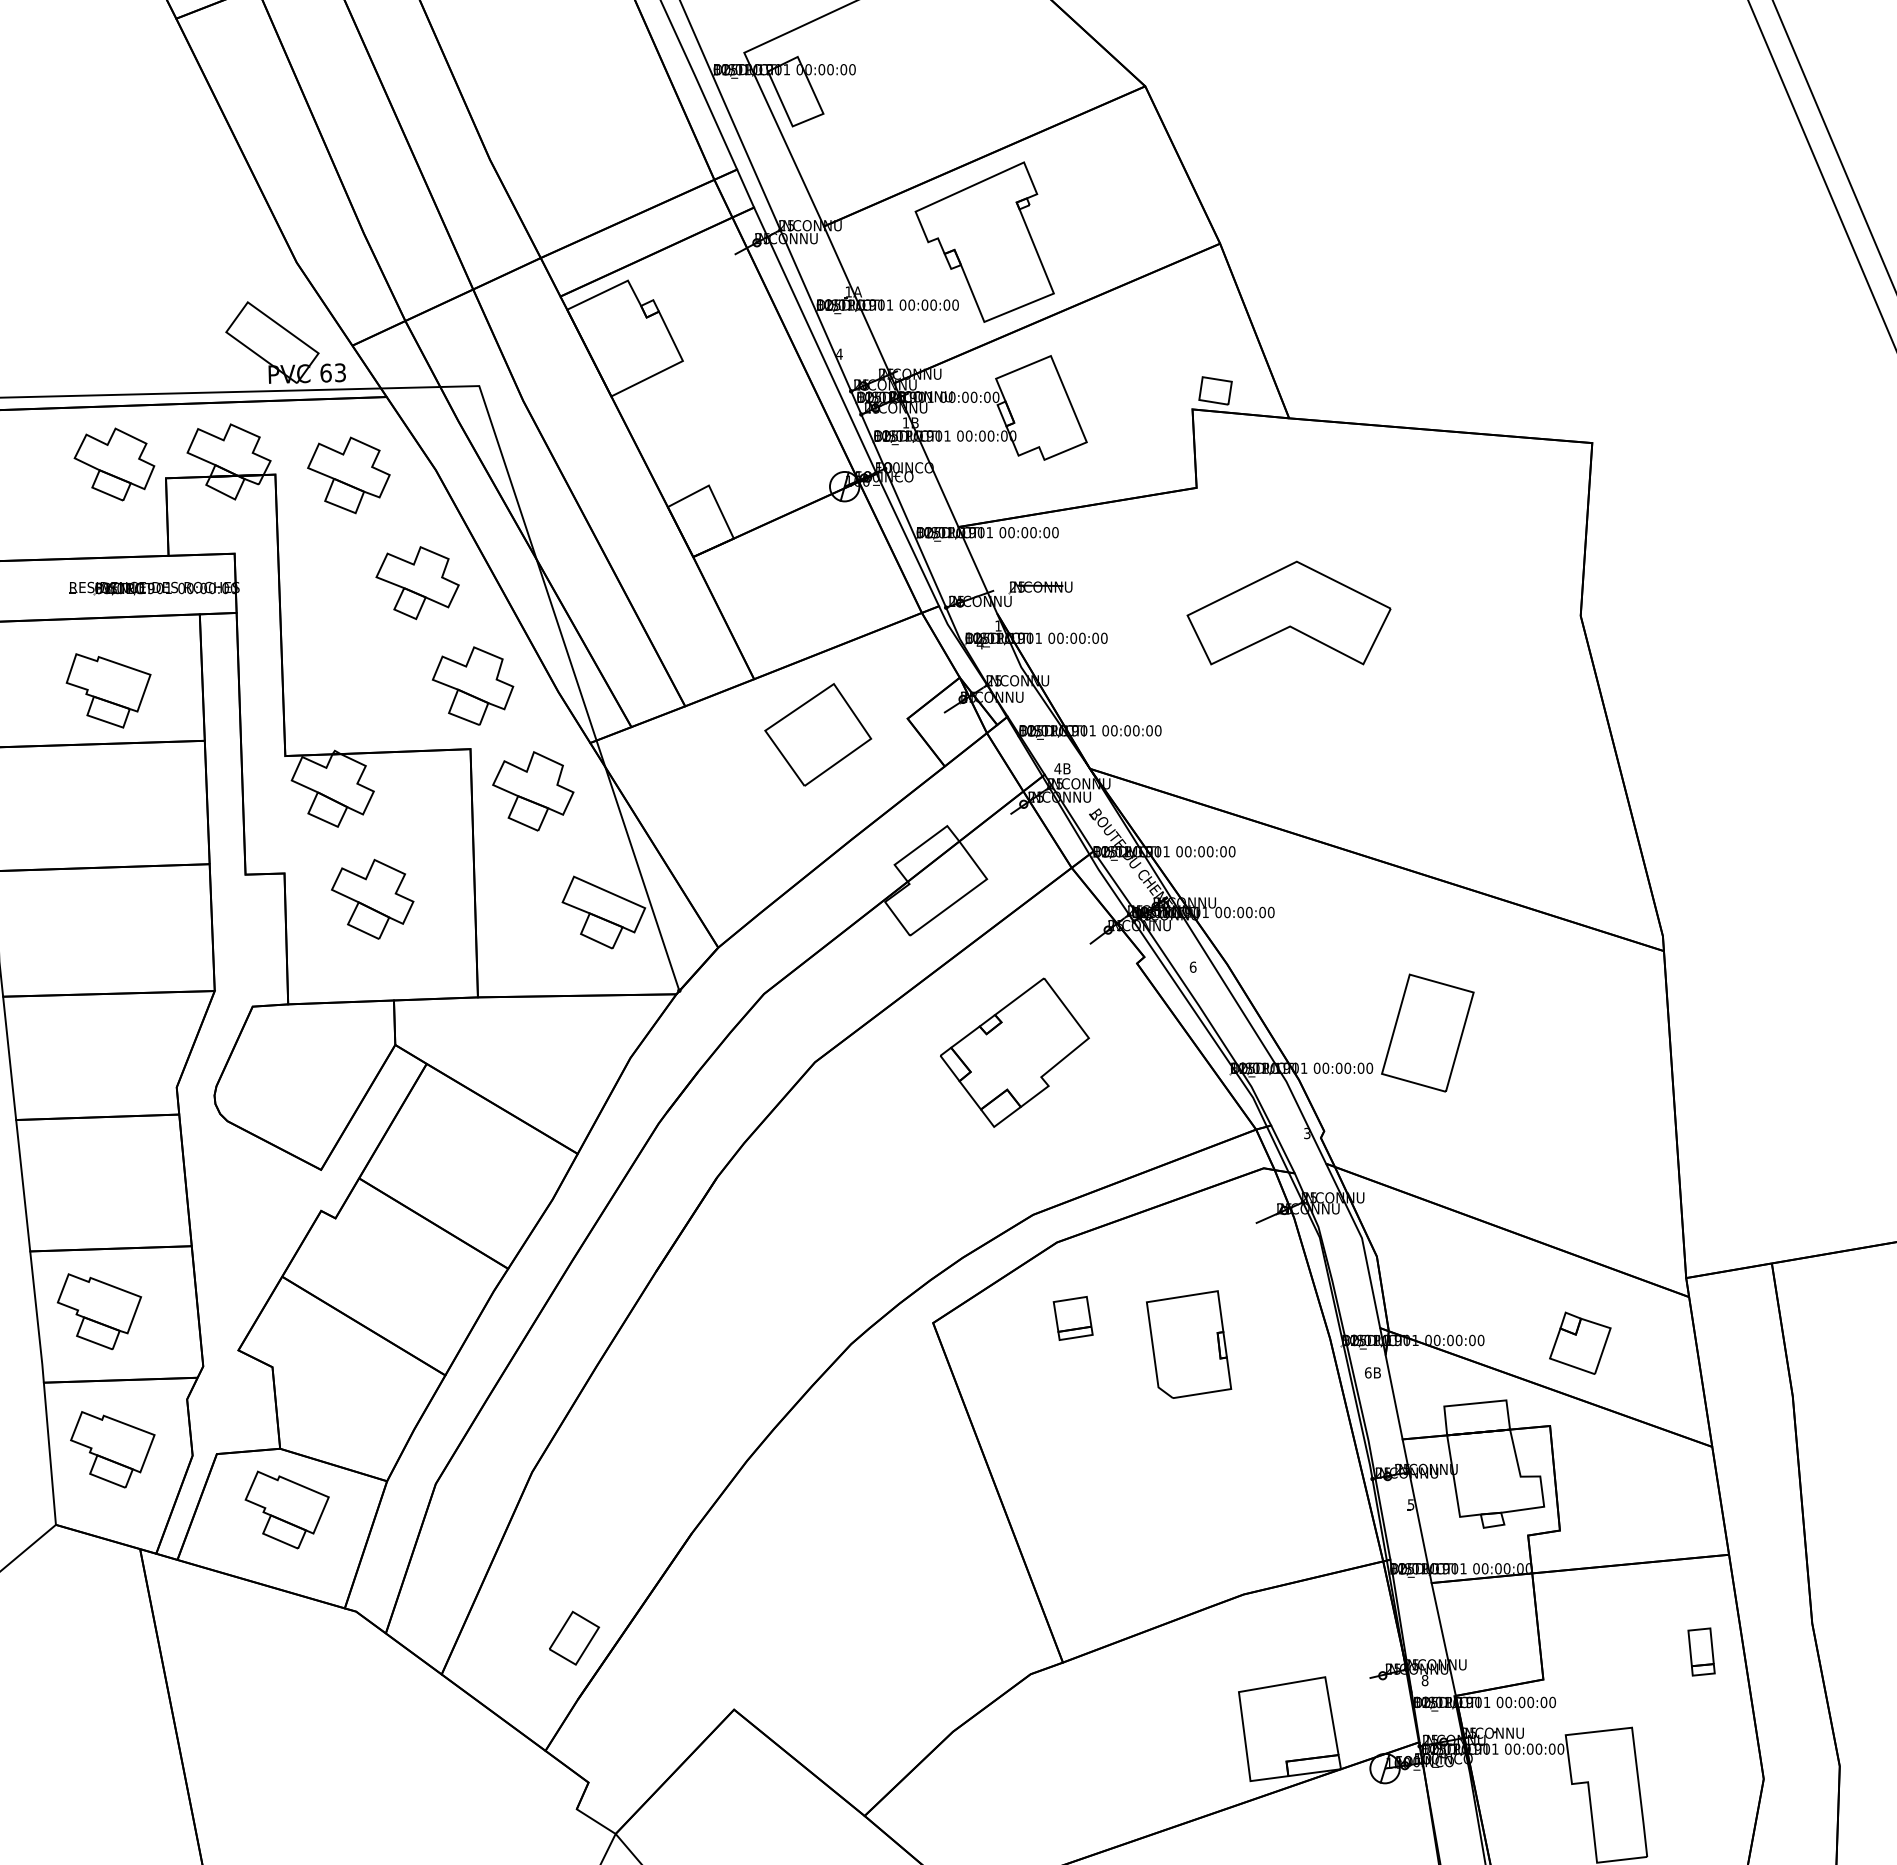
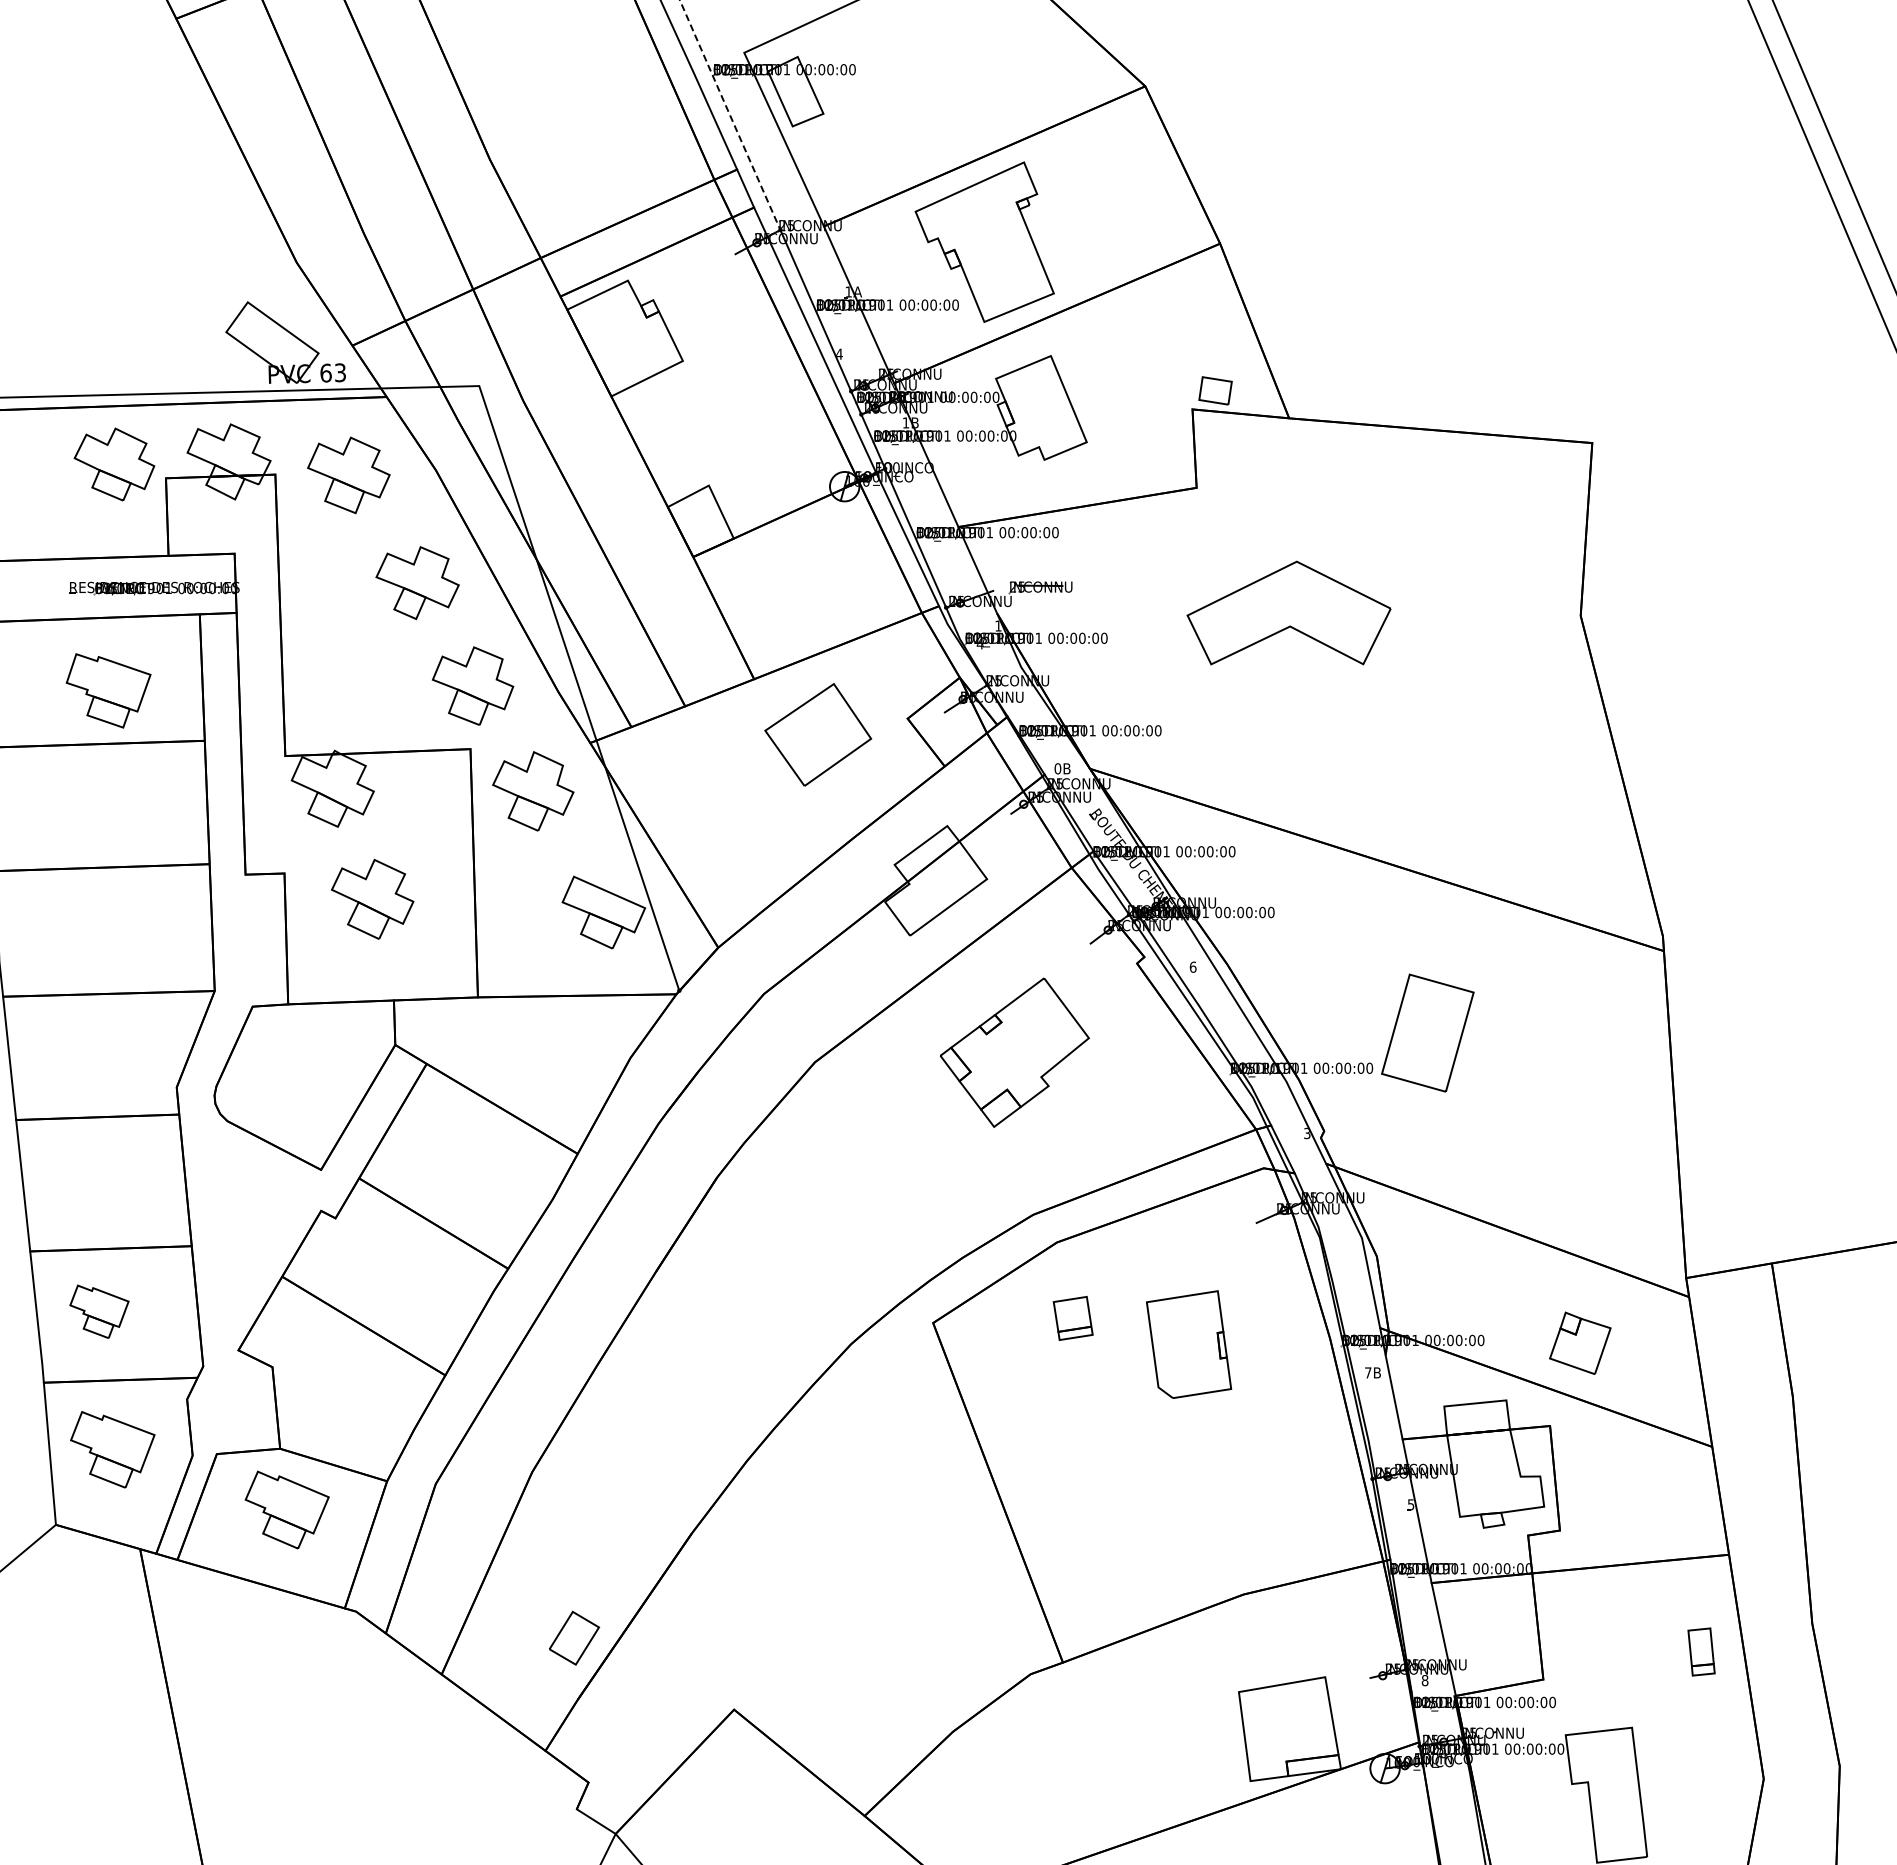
line at (729, 114): solid -> dashed
text at (1057, 768): 4B -> 0B
part at (99, 1311) size: 87x78 px -> 61x55 px
text at (1368, 1372): 6B -> 7B
